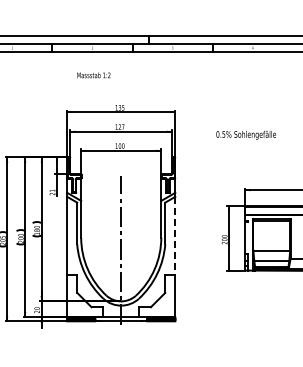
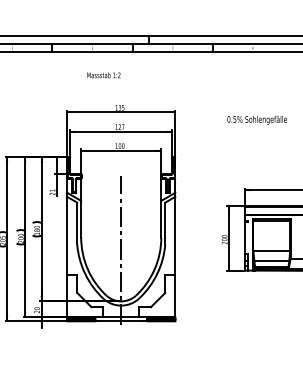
text at (93, 75) position: (93, 75) -> (103, 75)
text at (245, 135) position: (245, 135) -> (256, 120)
line at (175, 236): dashed -> solid
